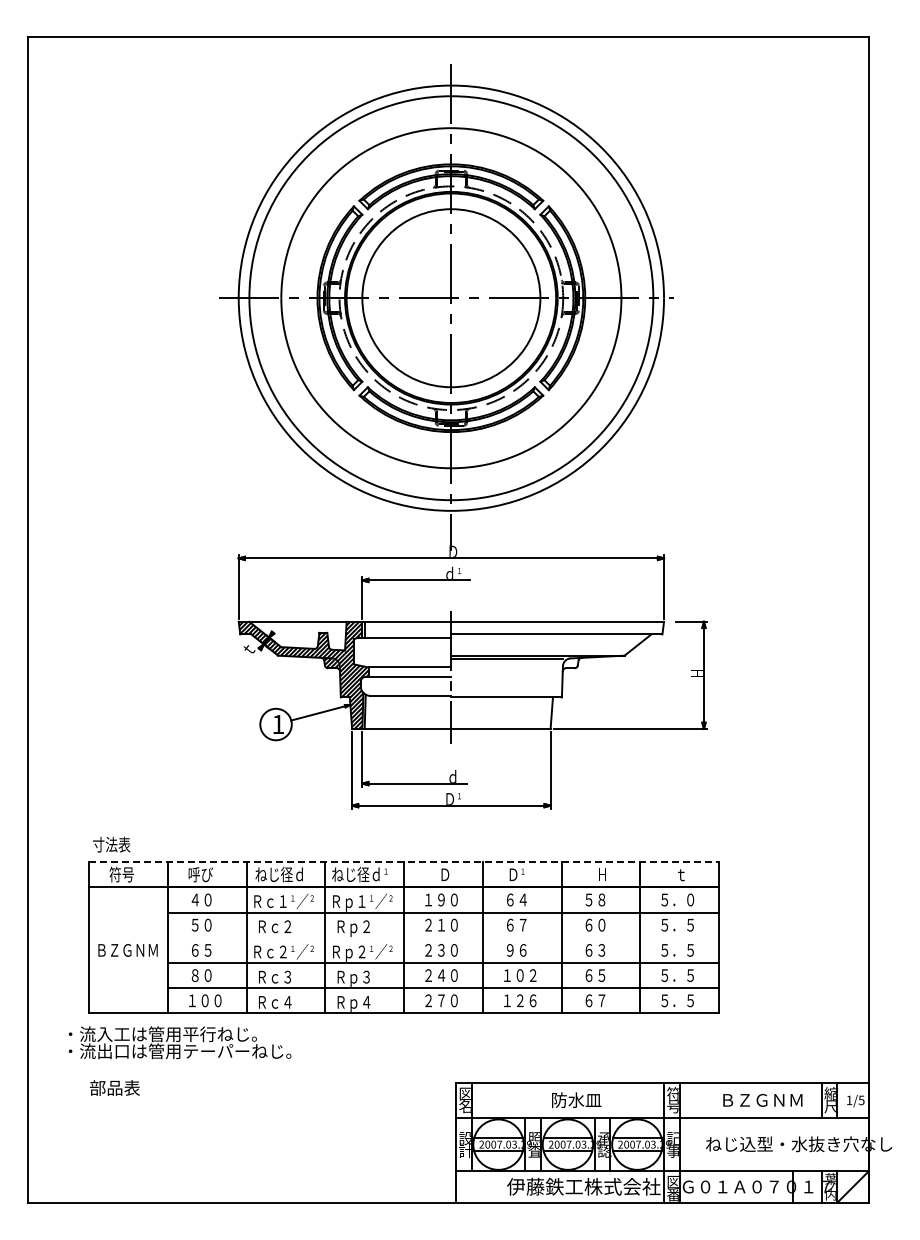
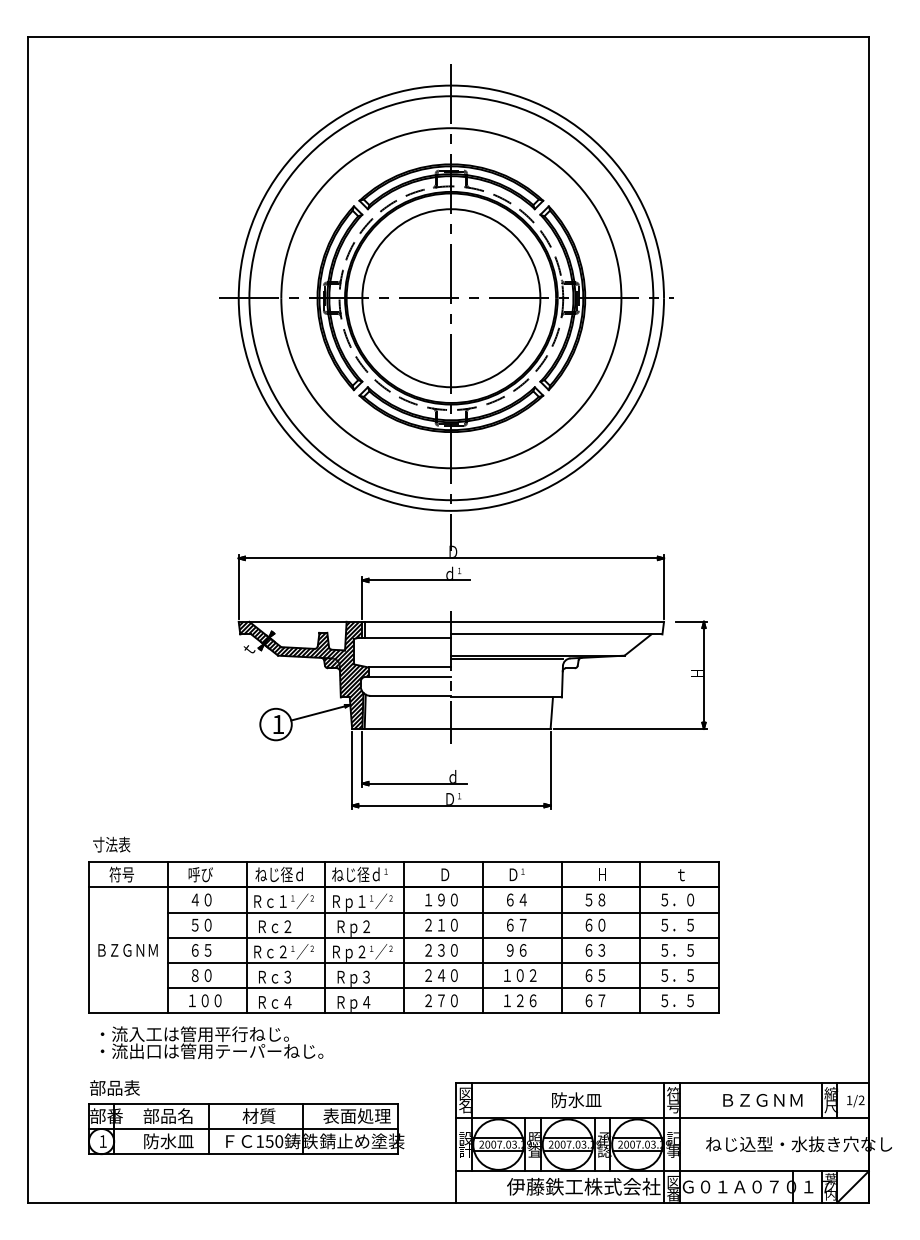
line at (404, 862): dashed -> solid
line at (443, 937): none -> present
text at (179, 1042) position: (179, 1042) -> (211, 1042)
text at (861, 1100): 1/5 -> 1/2
part at (246, 1129): none -> present
